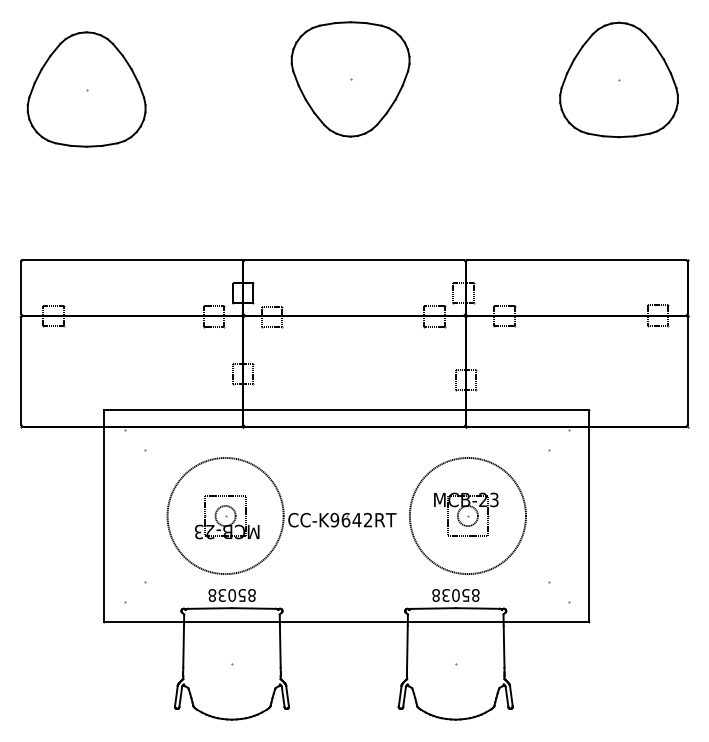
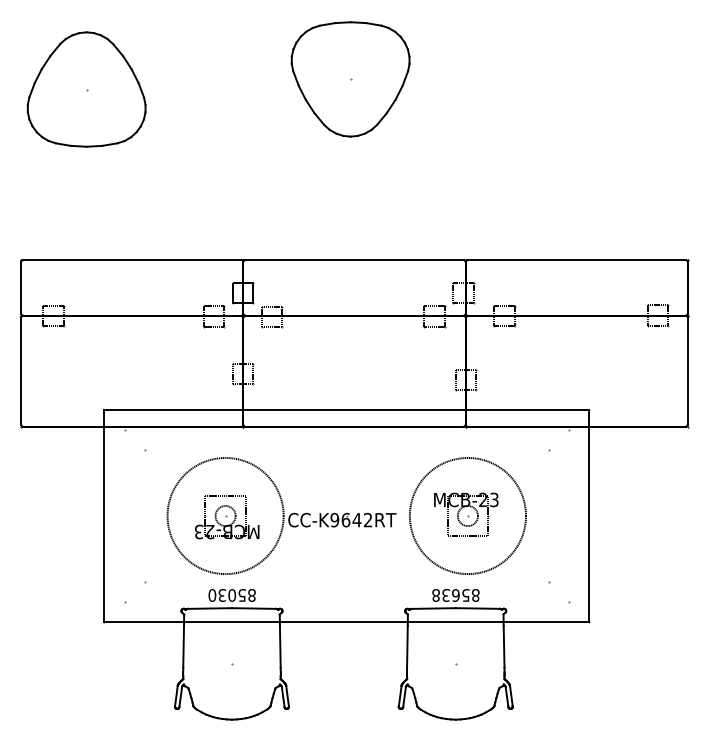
part at (618, 79): present -> none
text at (212, 595): 85038 -> 85030
text at (455, 595): 85038 -> 85638
